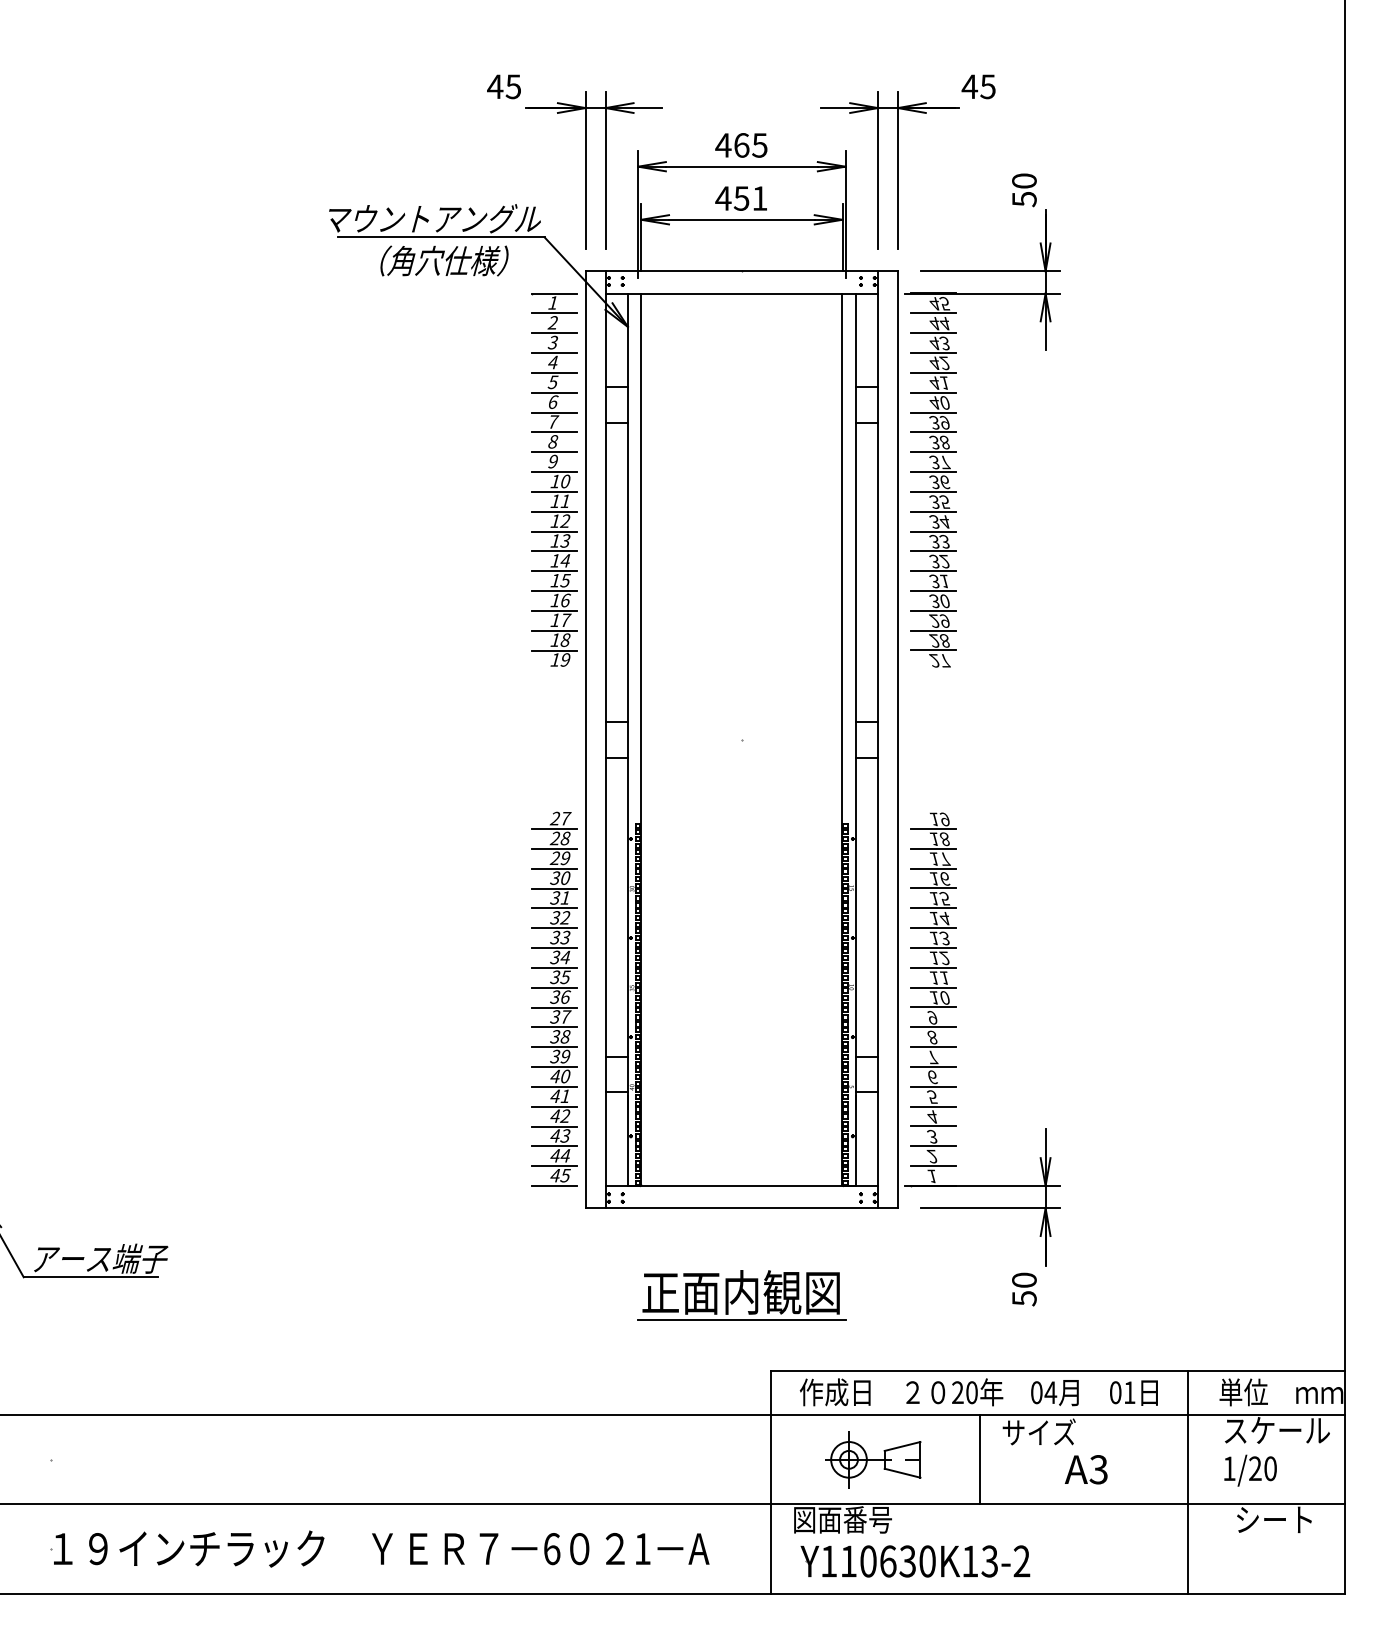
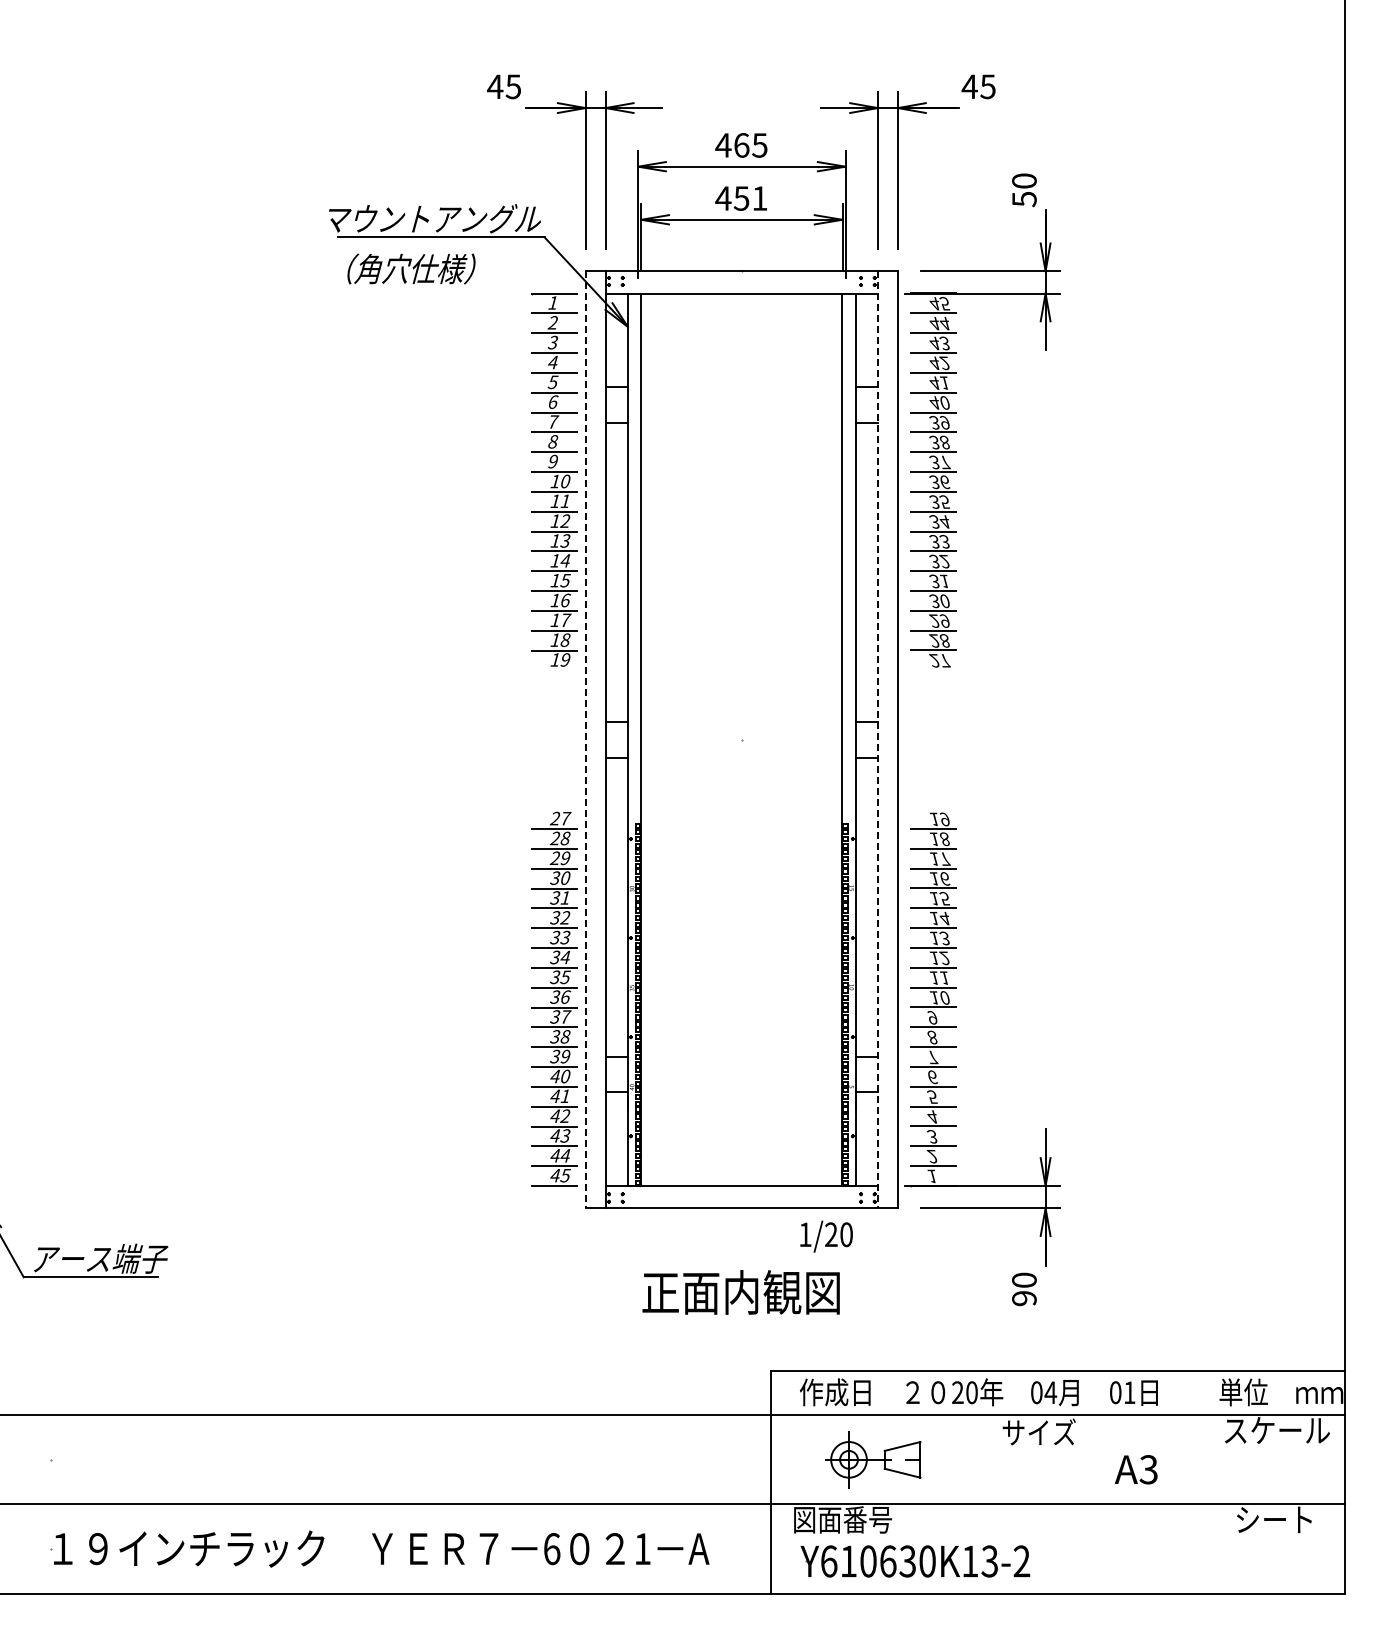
text at (444, 260) position: (444, 260) -> (411, 268)
line at (585, 740): solid -> dashed
line at (877, 740): solid -> dashed
text at (1024, 1298): 50 -> 90
line at (741, 1319): present -> none
line at (979, 1459): present -> none
text at (1085, 1469) position: (1085, 1469) -> (1135, 1469)
text at (1250, 1470) position: (1250, 1470) -> (826, 1236)
line at (1188, 1481): present -> none
text at (829, 1561): Y110630K13-2 -> Y610630K13-2
